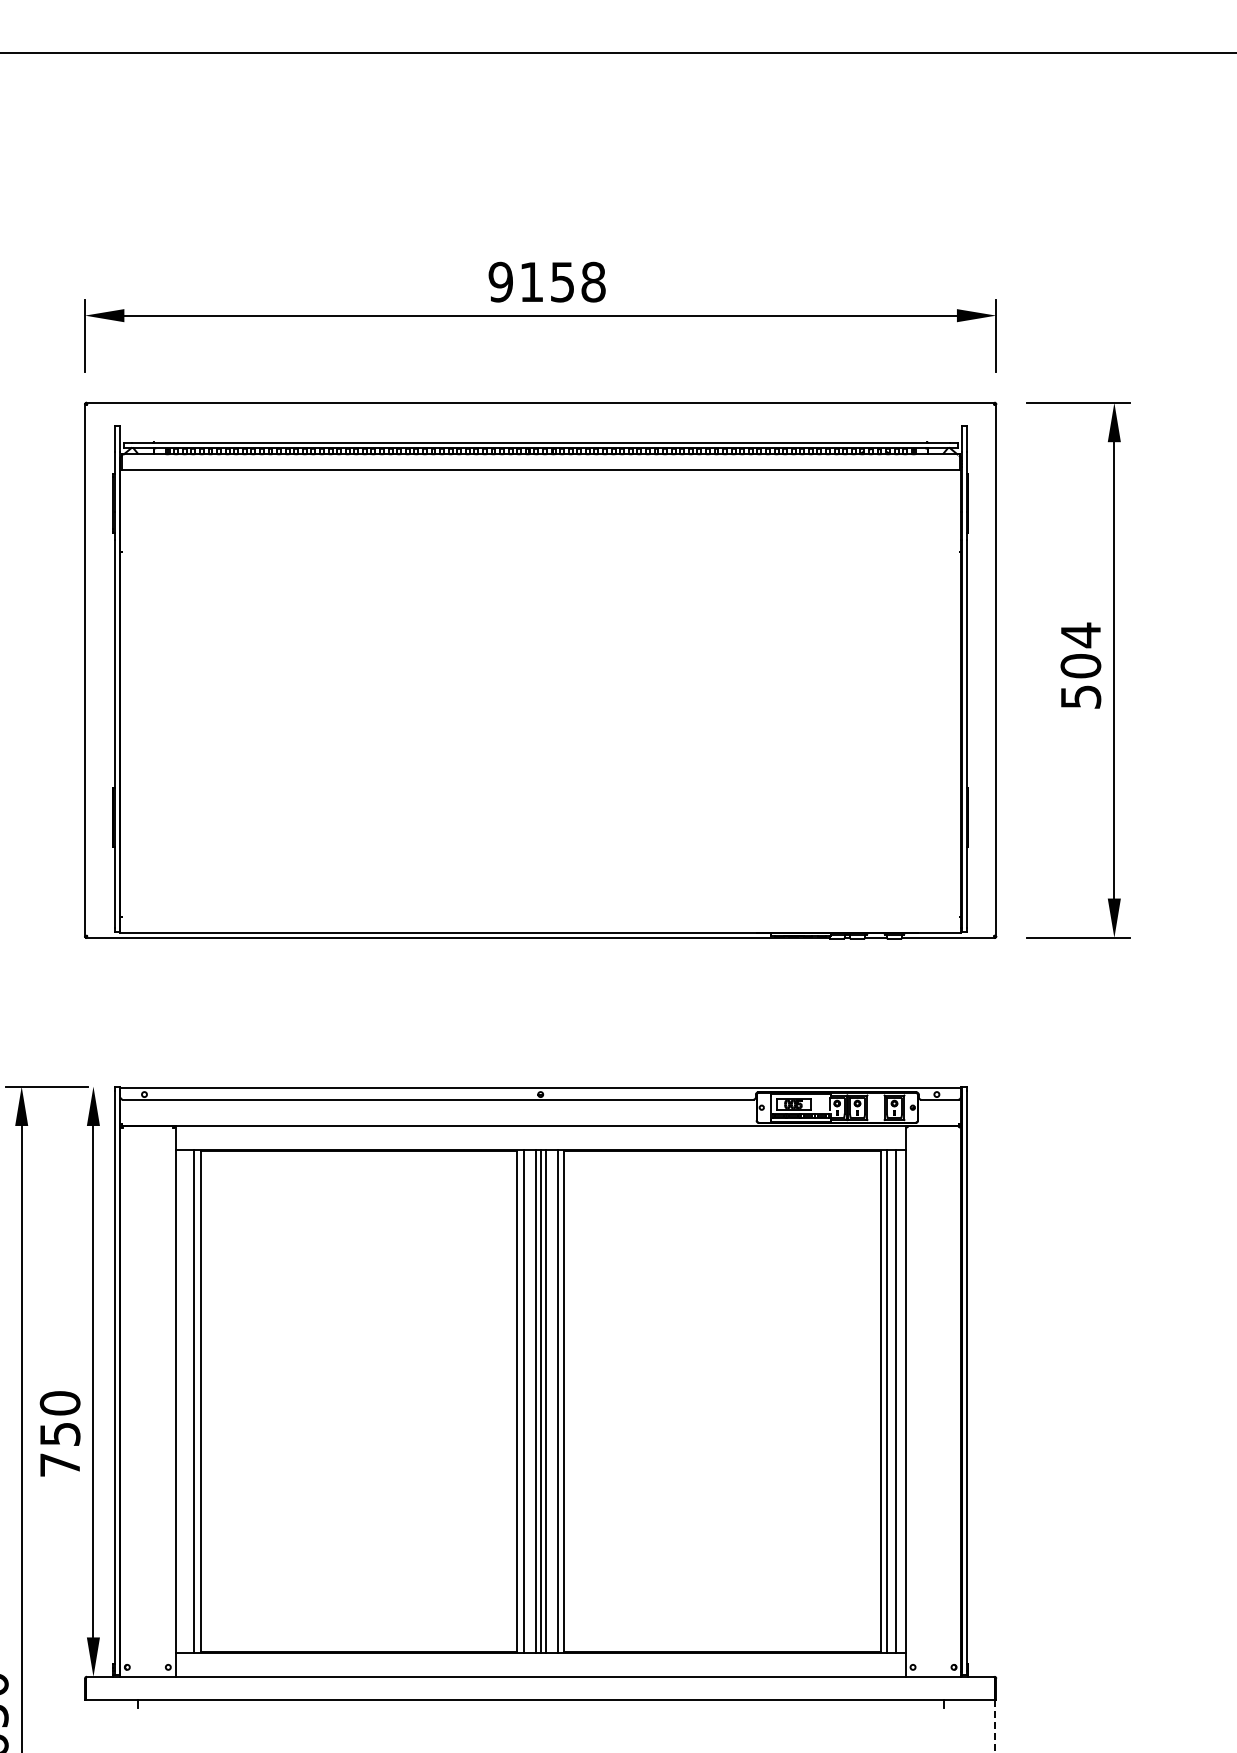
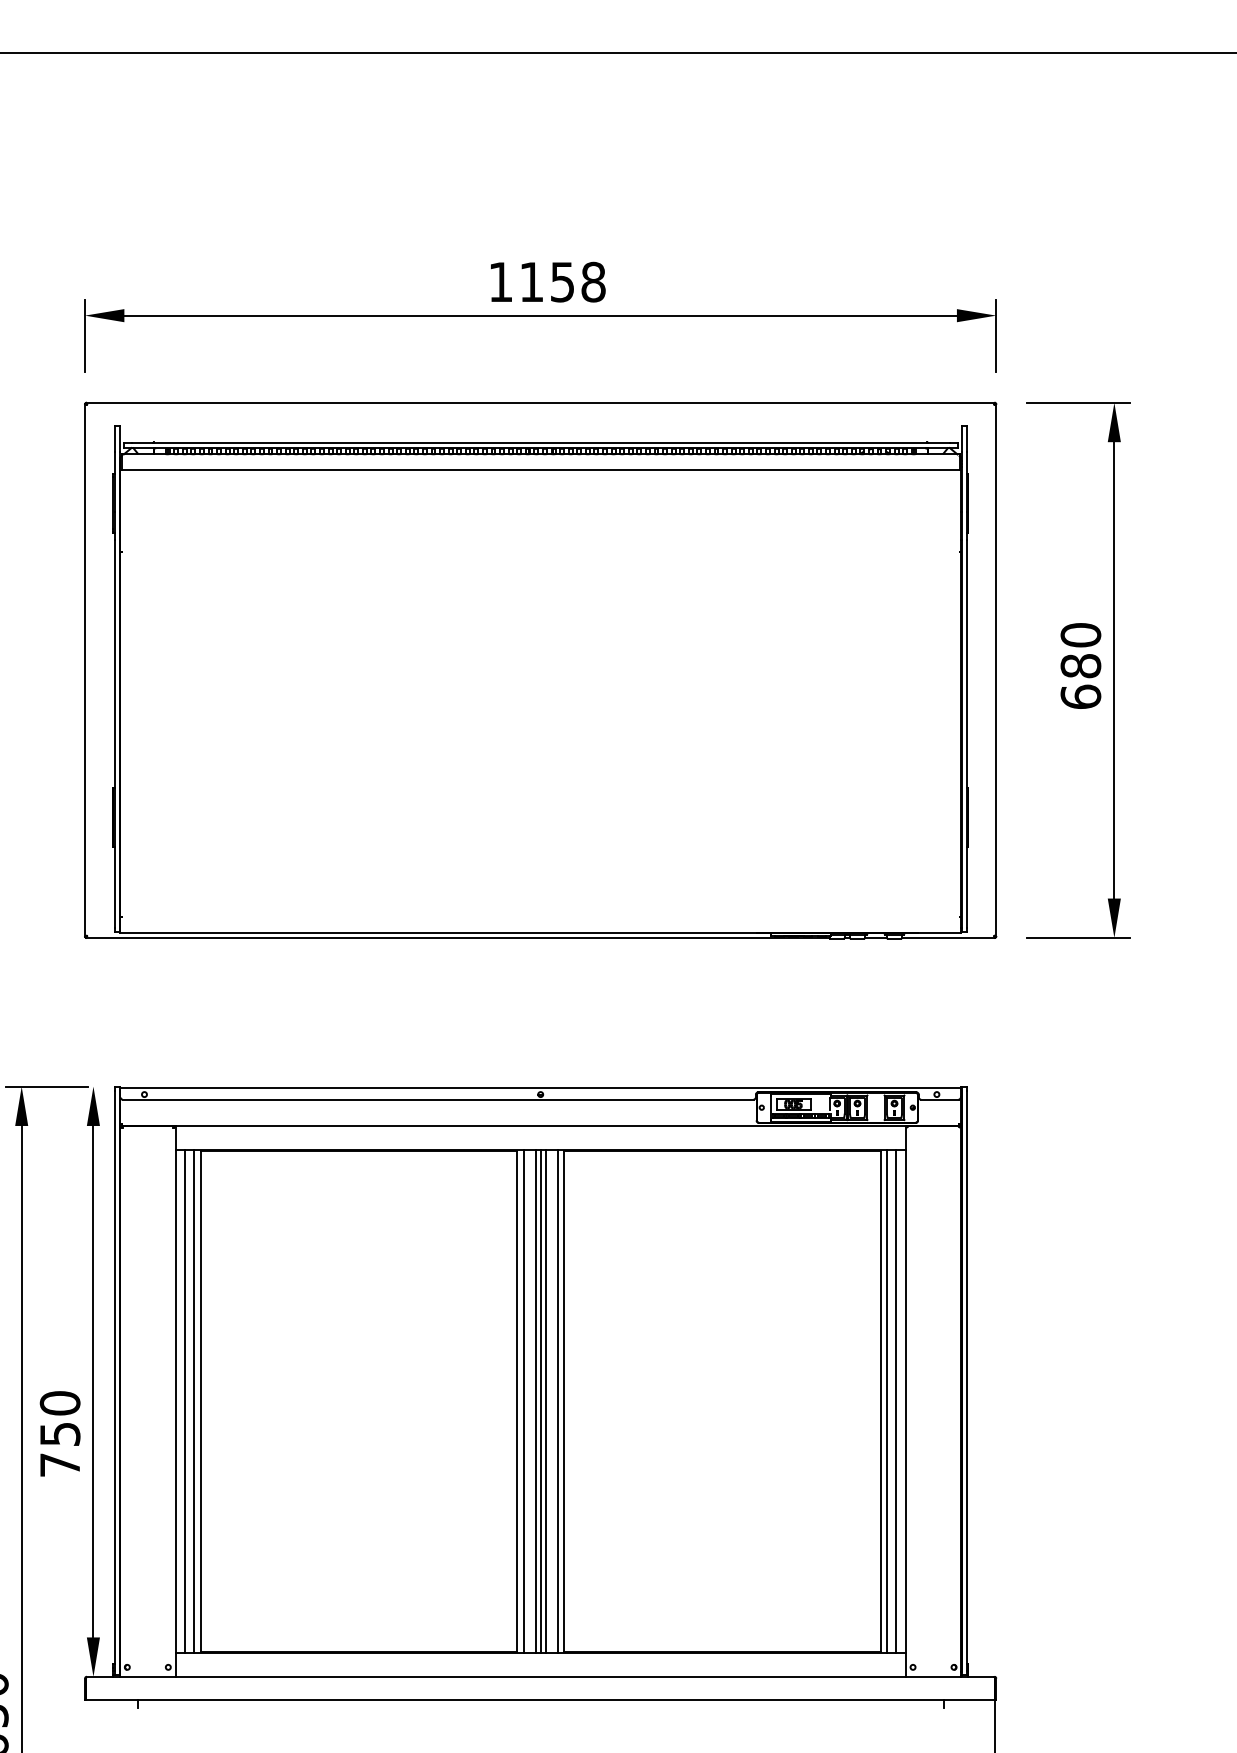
text at (500, 281): 9158 -> 1158
text at (1080, 665): 504 -> 680
line at (184, 1401): none -> present
line at (994, 1726): dashed -> solid
